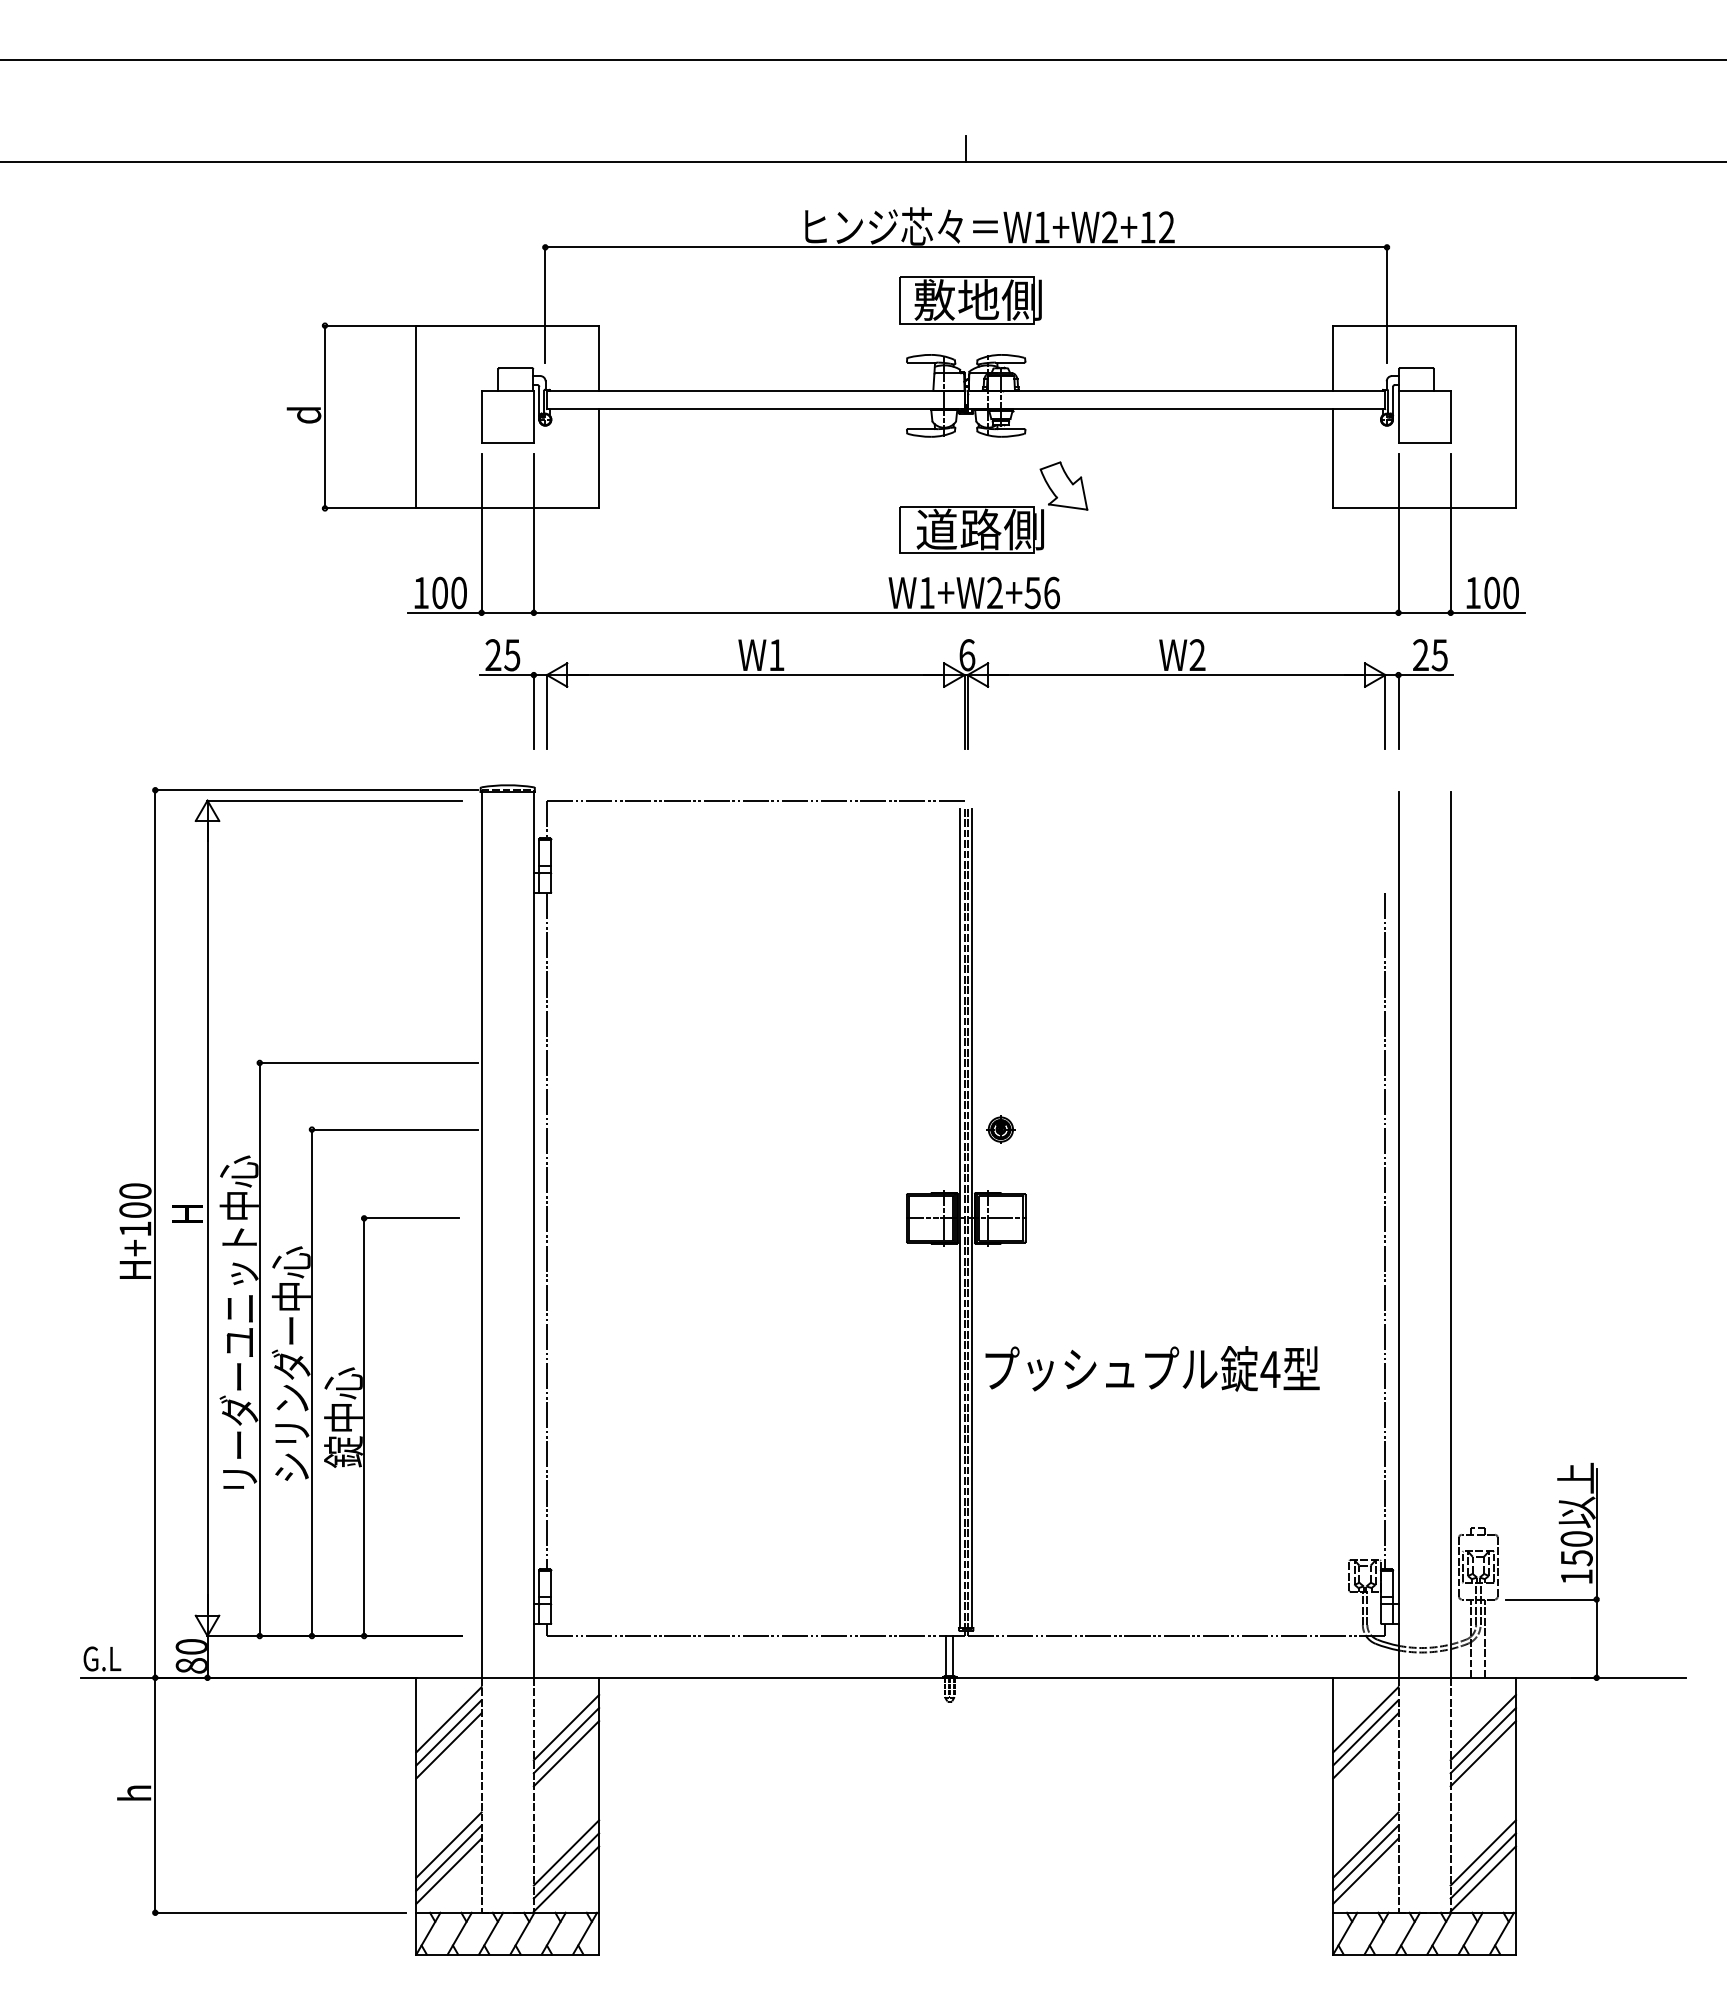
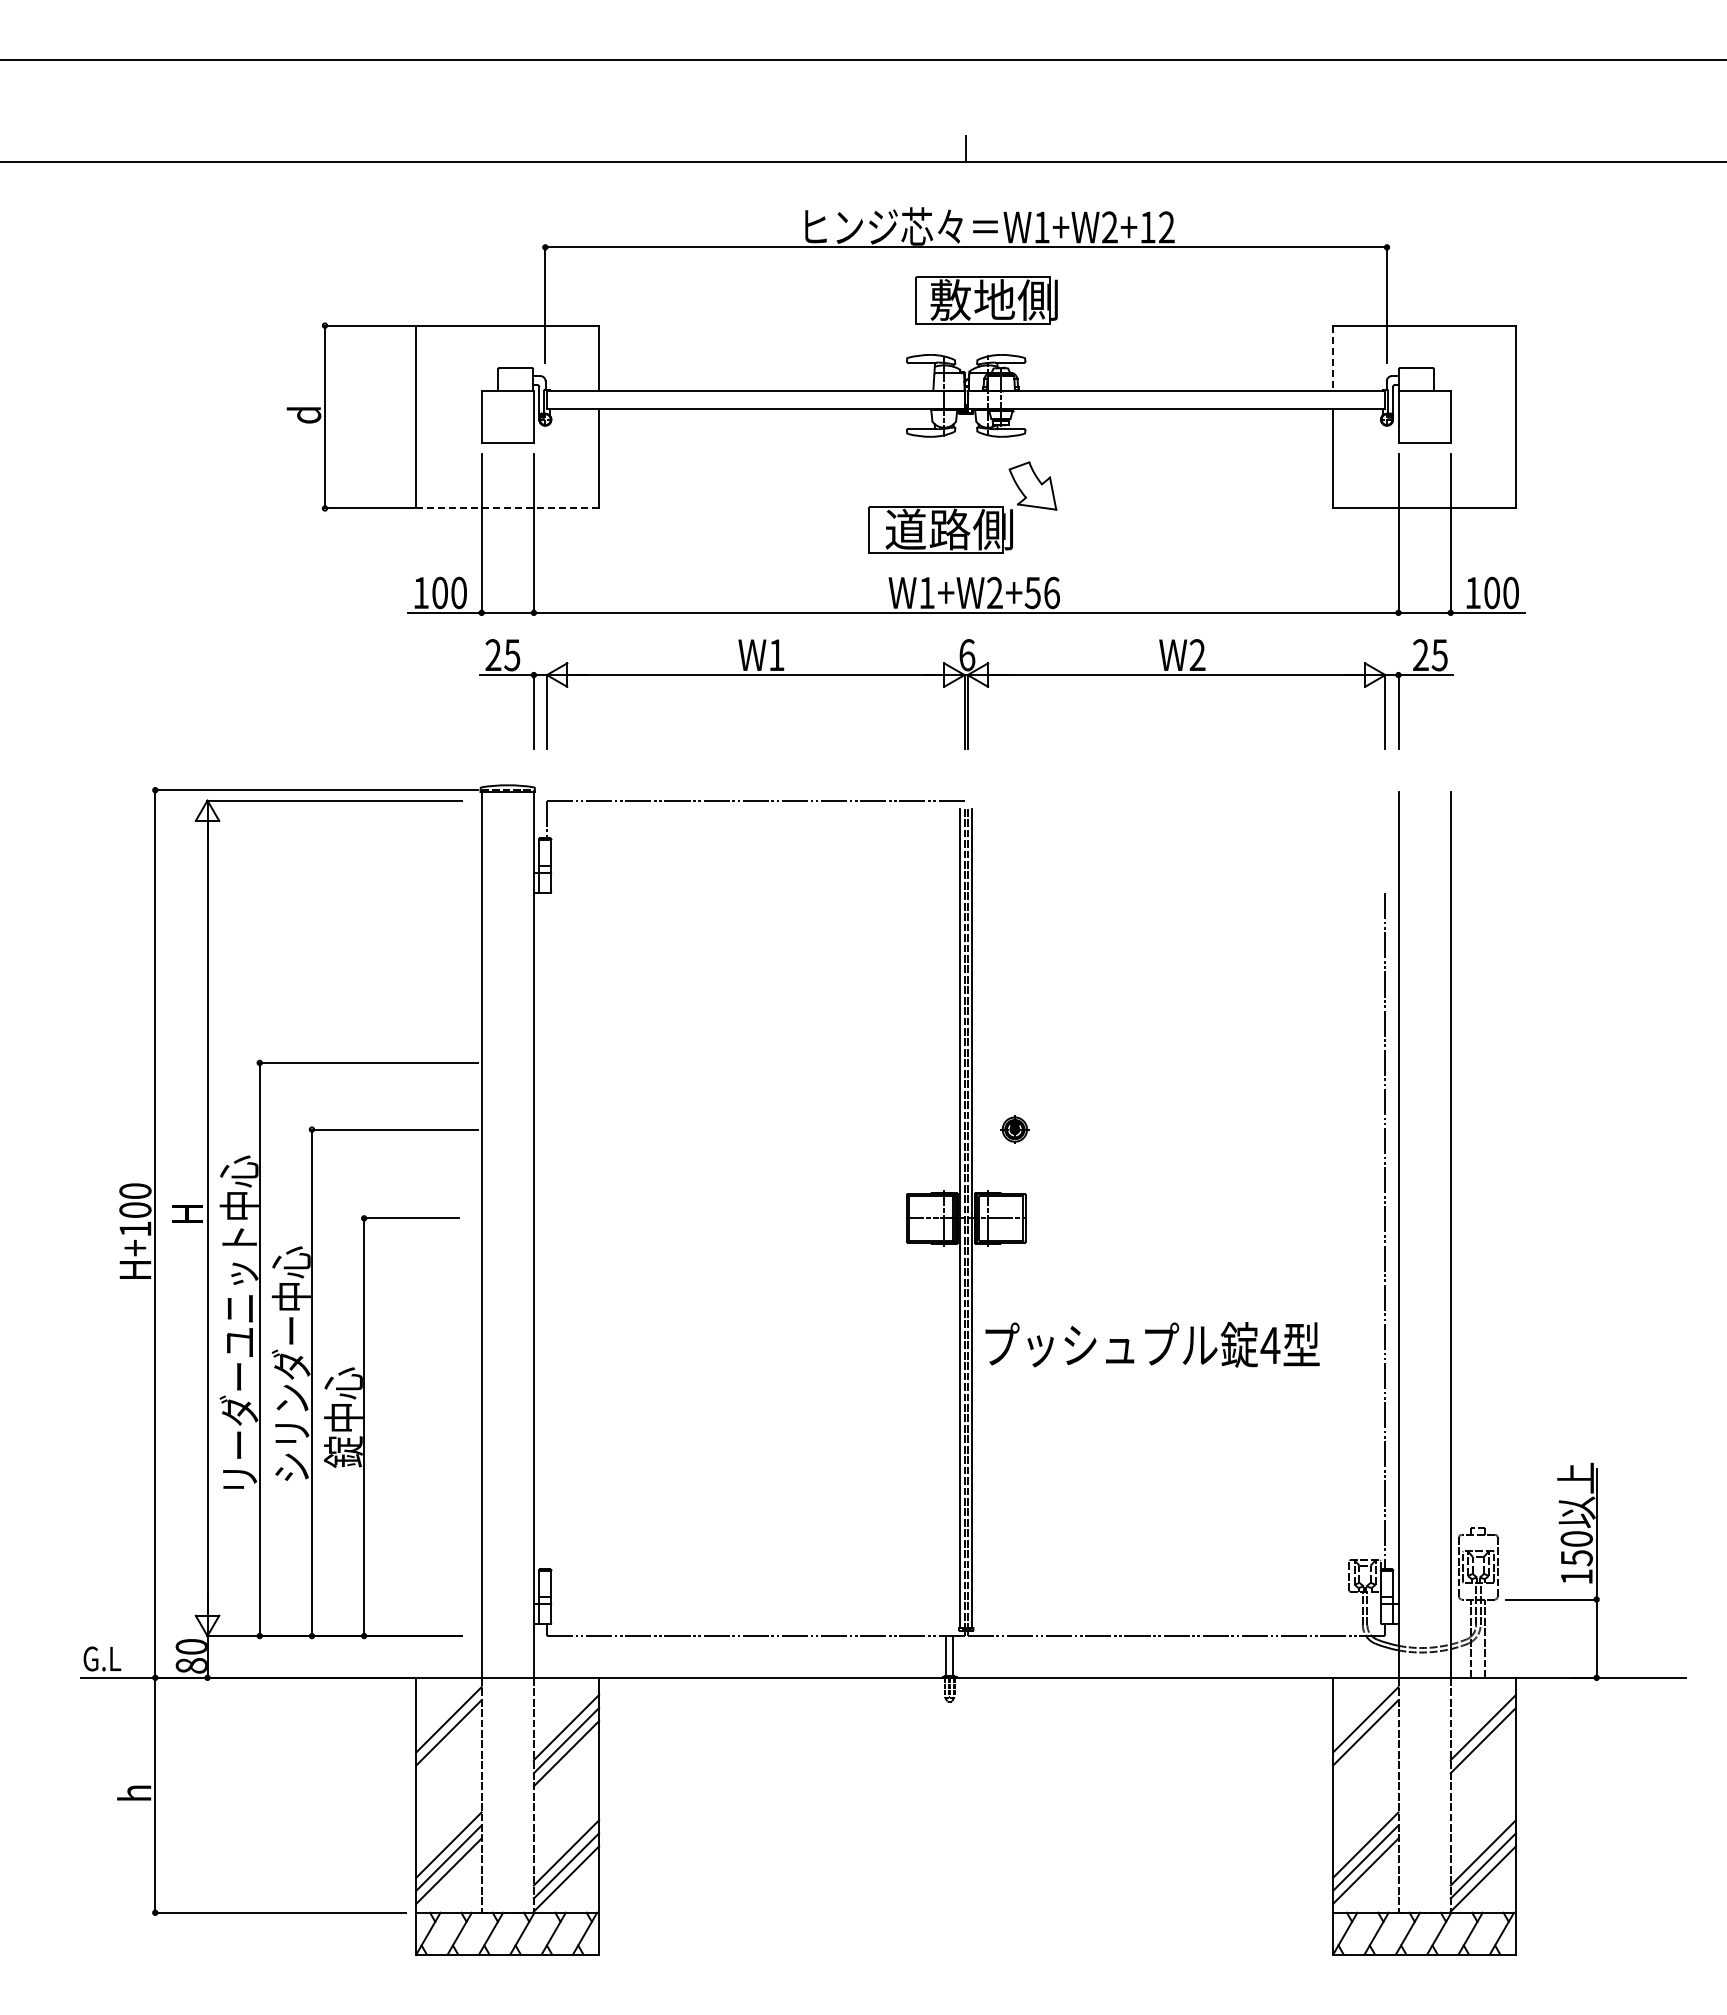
part at (970, 300) position: (970, 300) -> (986, 300)
line at (1333, 358): solid -> dashed
part at (993, 507) position: (993, 507) -> (962, 507)
line at (507, 508): solid -> dashed
part at (1000, 1129) position: (1000, 1129) -> (1014, 1129)
line at (546, 1231): present -> none
text at (1152, 1368) position: (1152, 1368) -> (1152, 1344)
line at (448, 1745): present -> none
line at (1365, 1745): present -> none
line at (1482, 1753): present -> none
